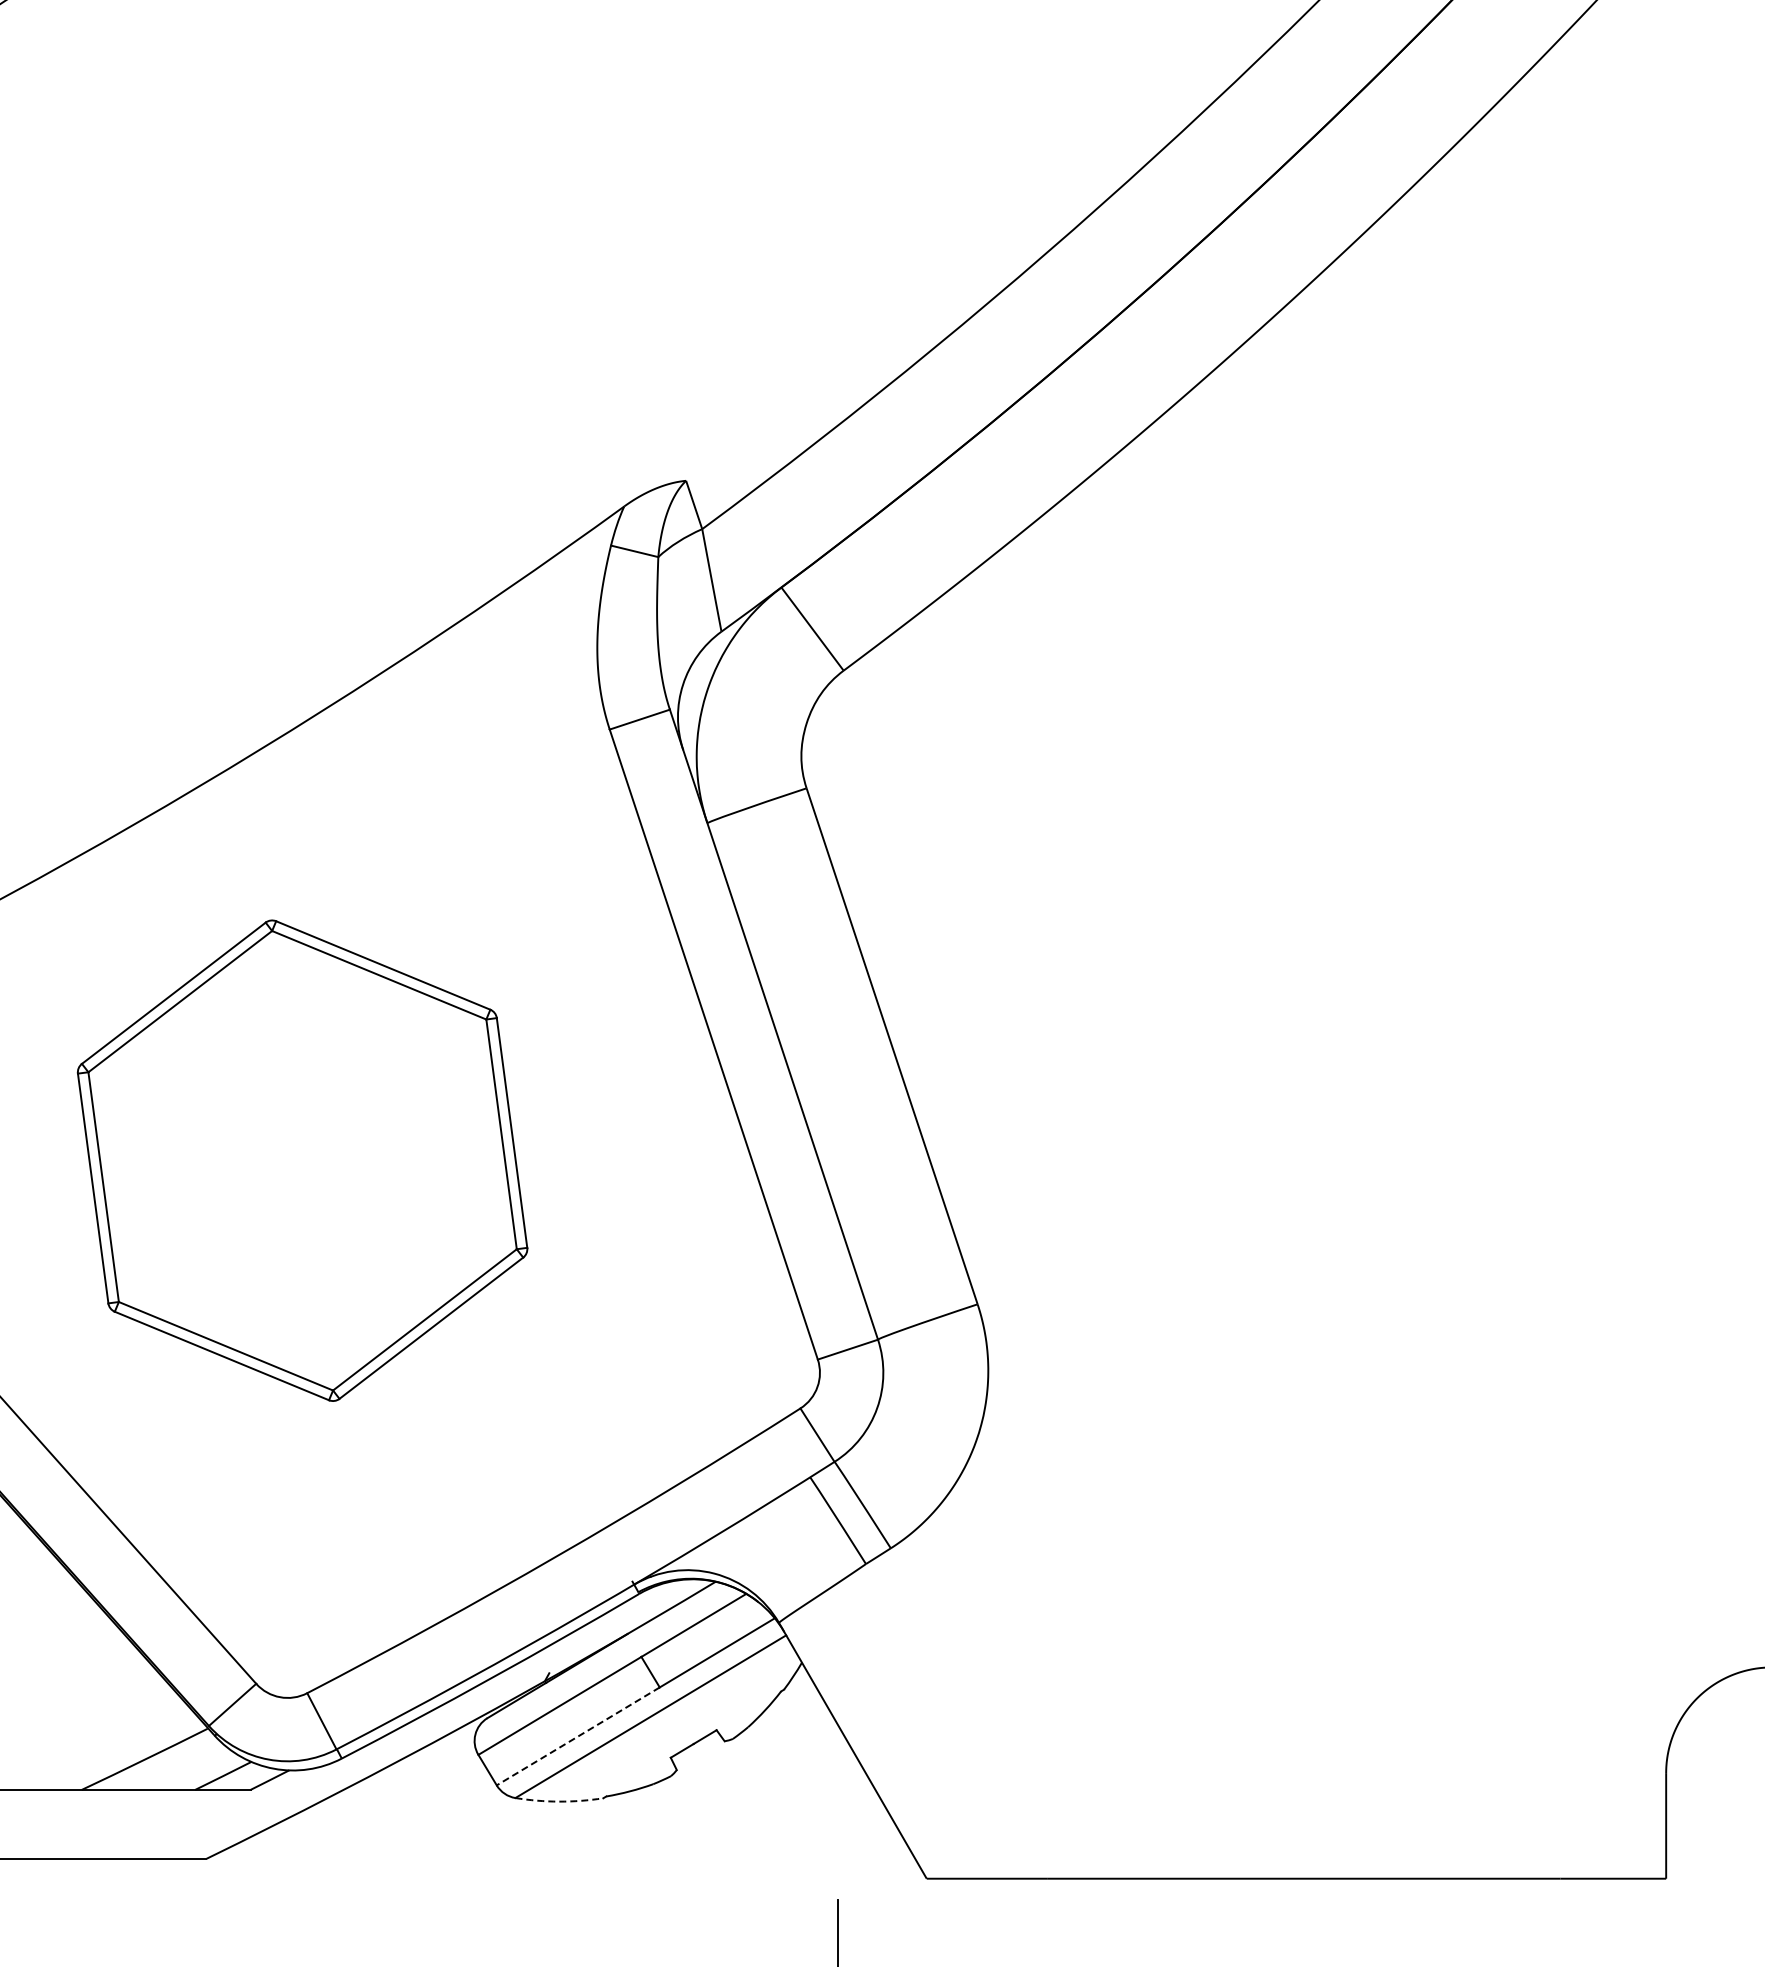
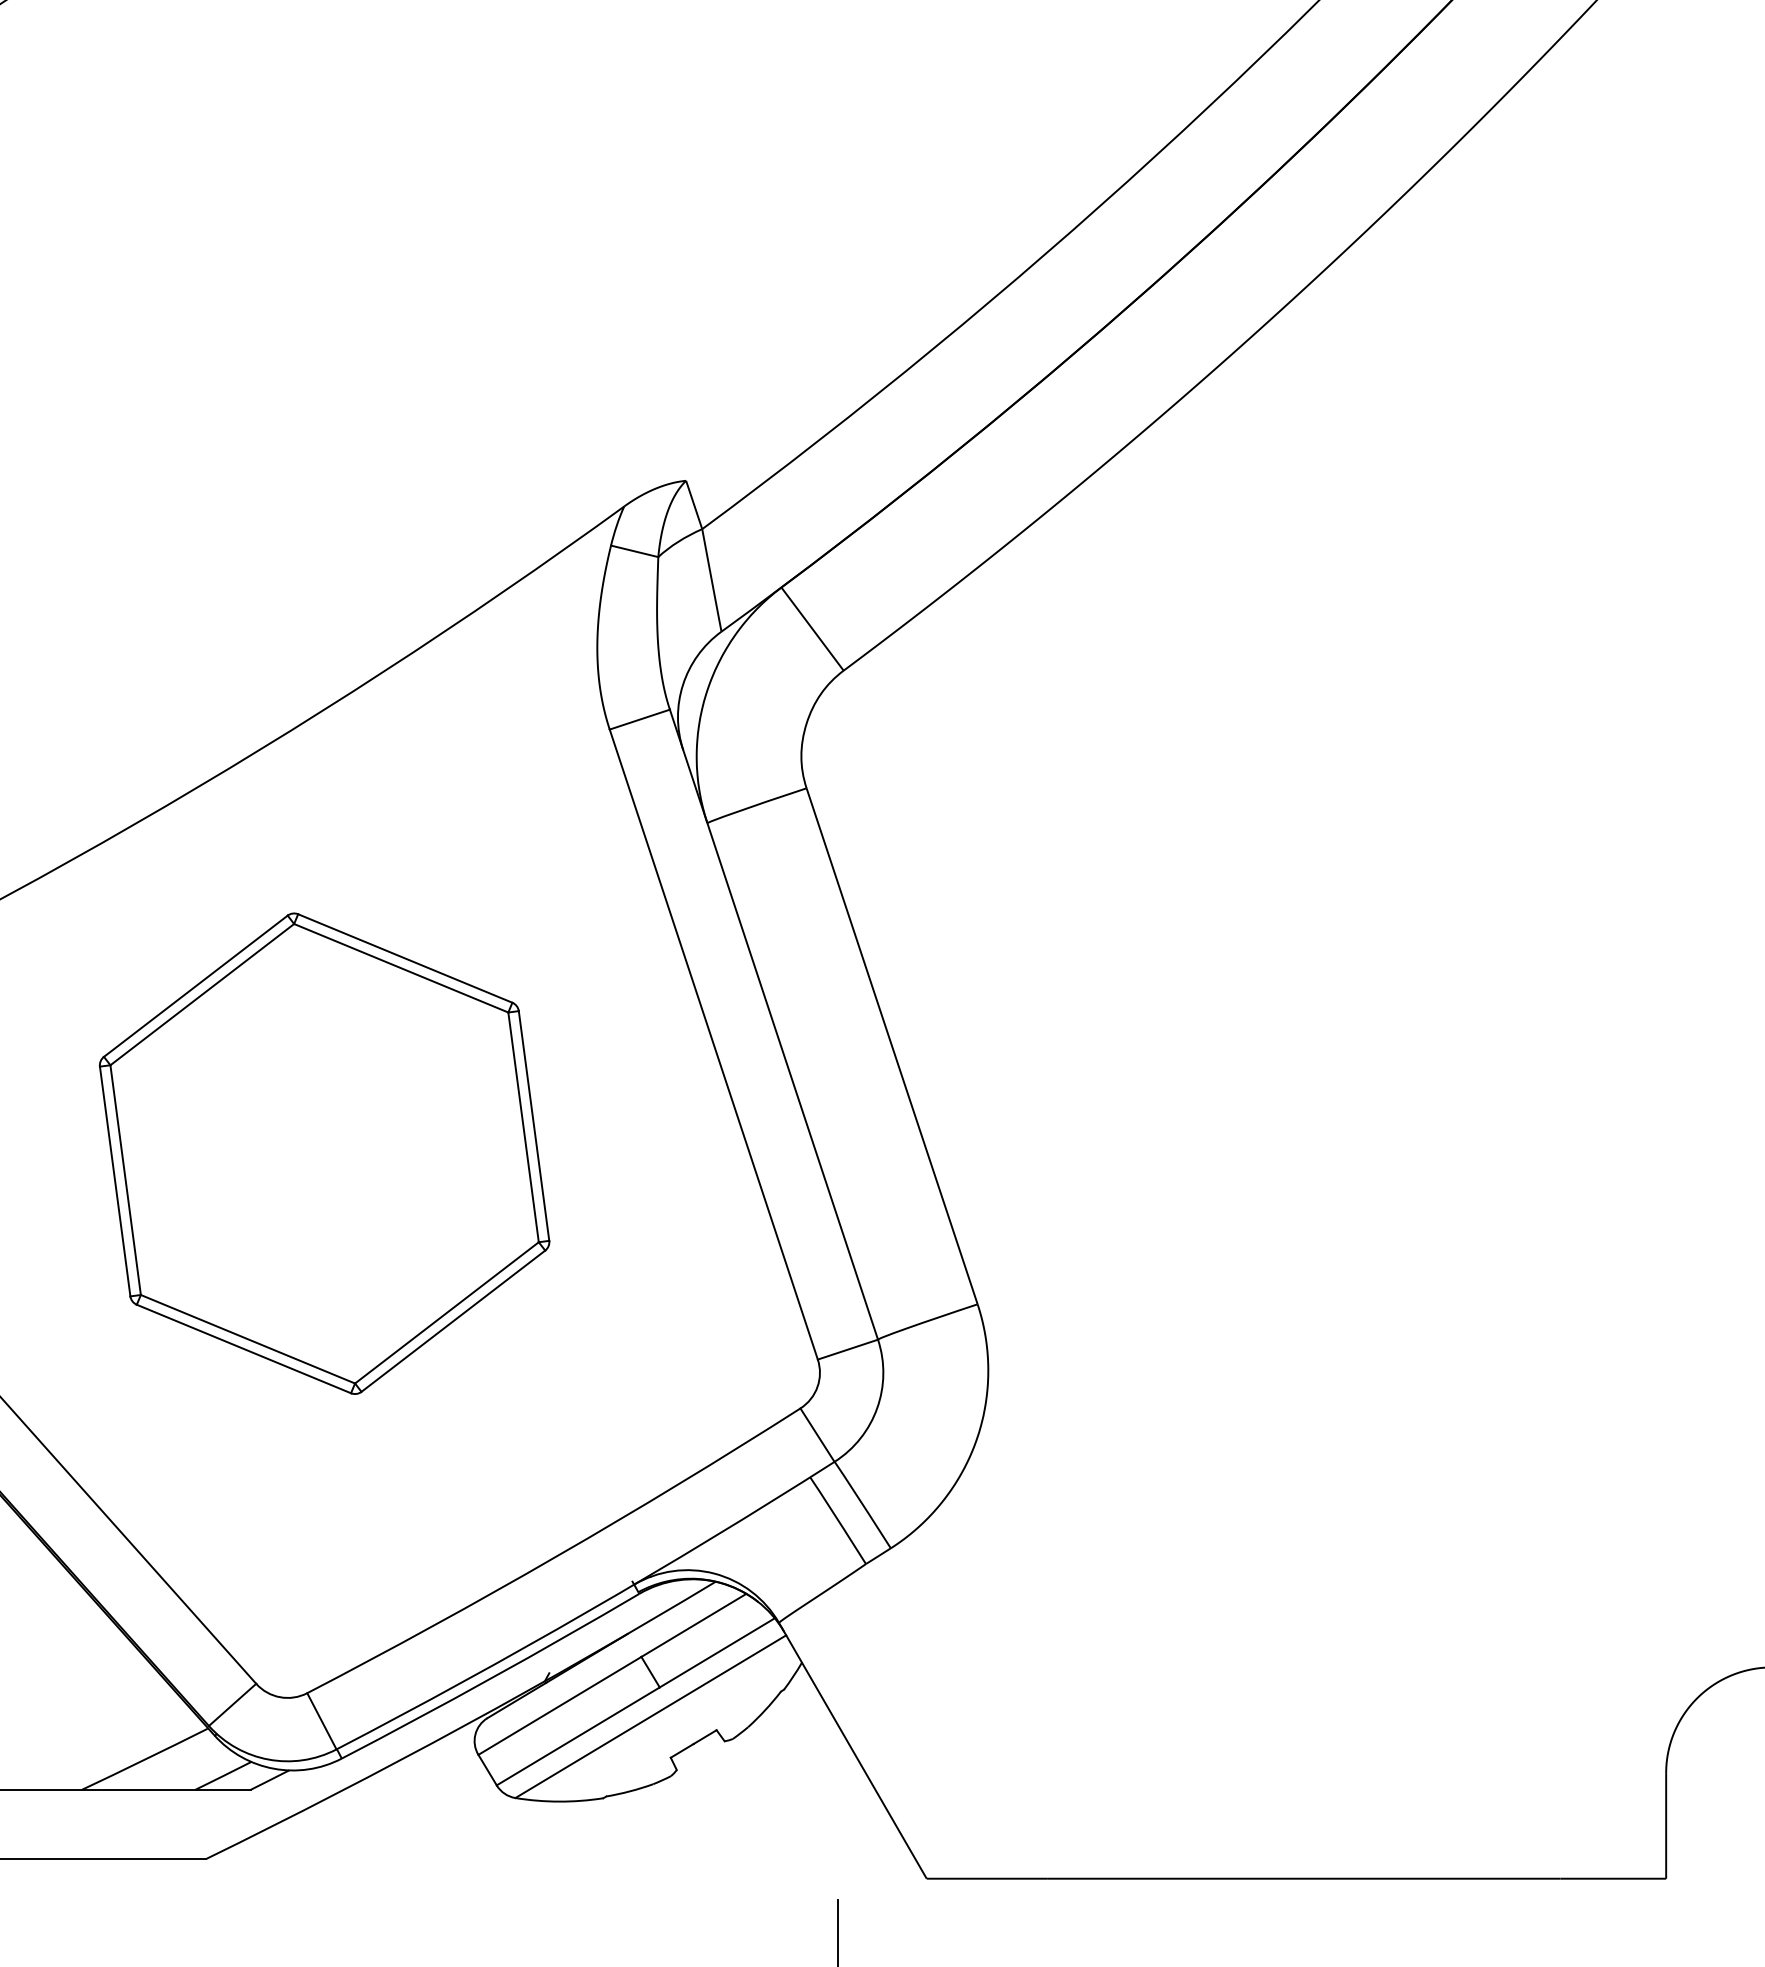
part at (302, 1160) position: (302, 1160) -> (324, 1153)
line at (577, 1736): dashed -> solid
arc at (559, 1801): dashed -> solid
